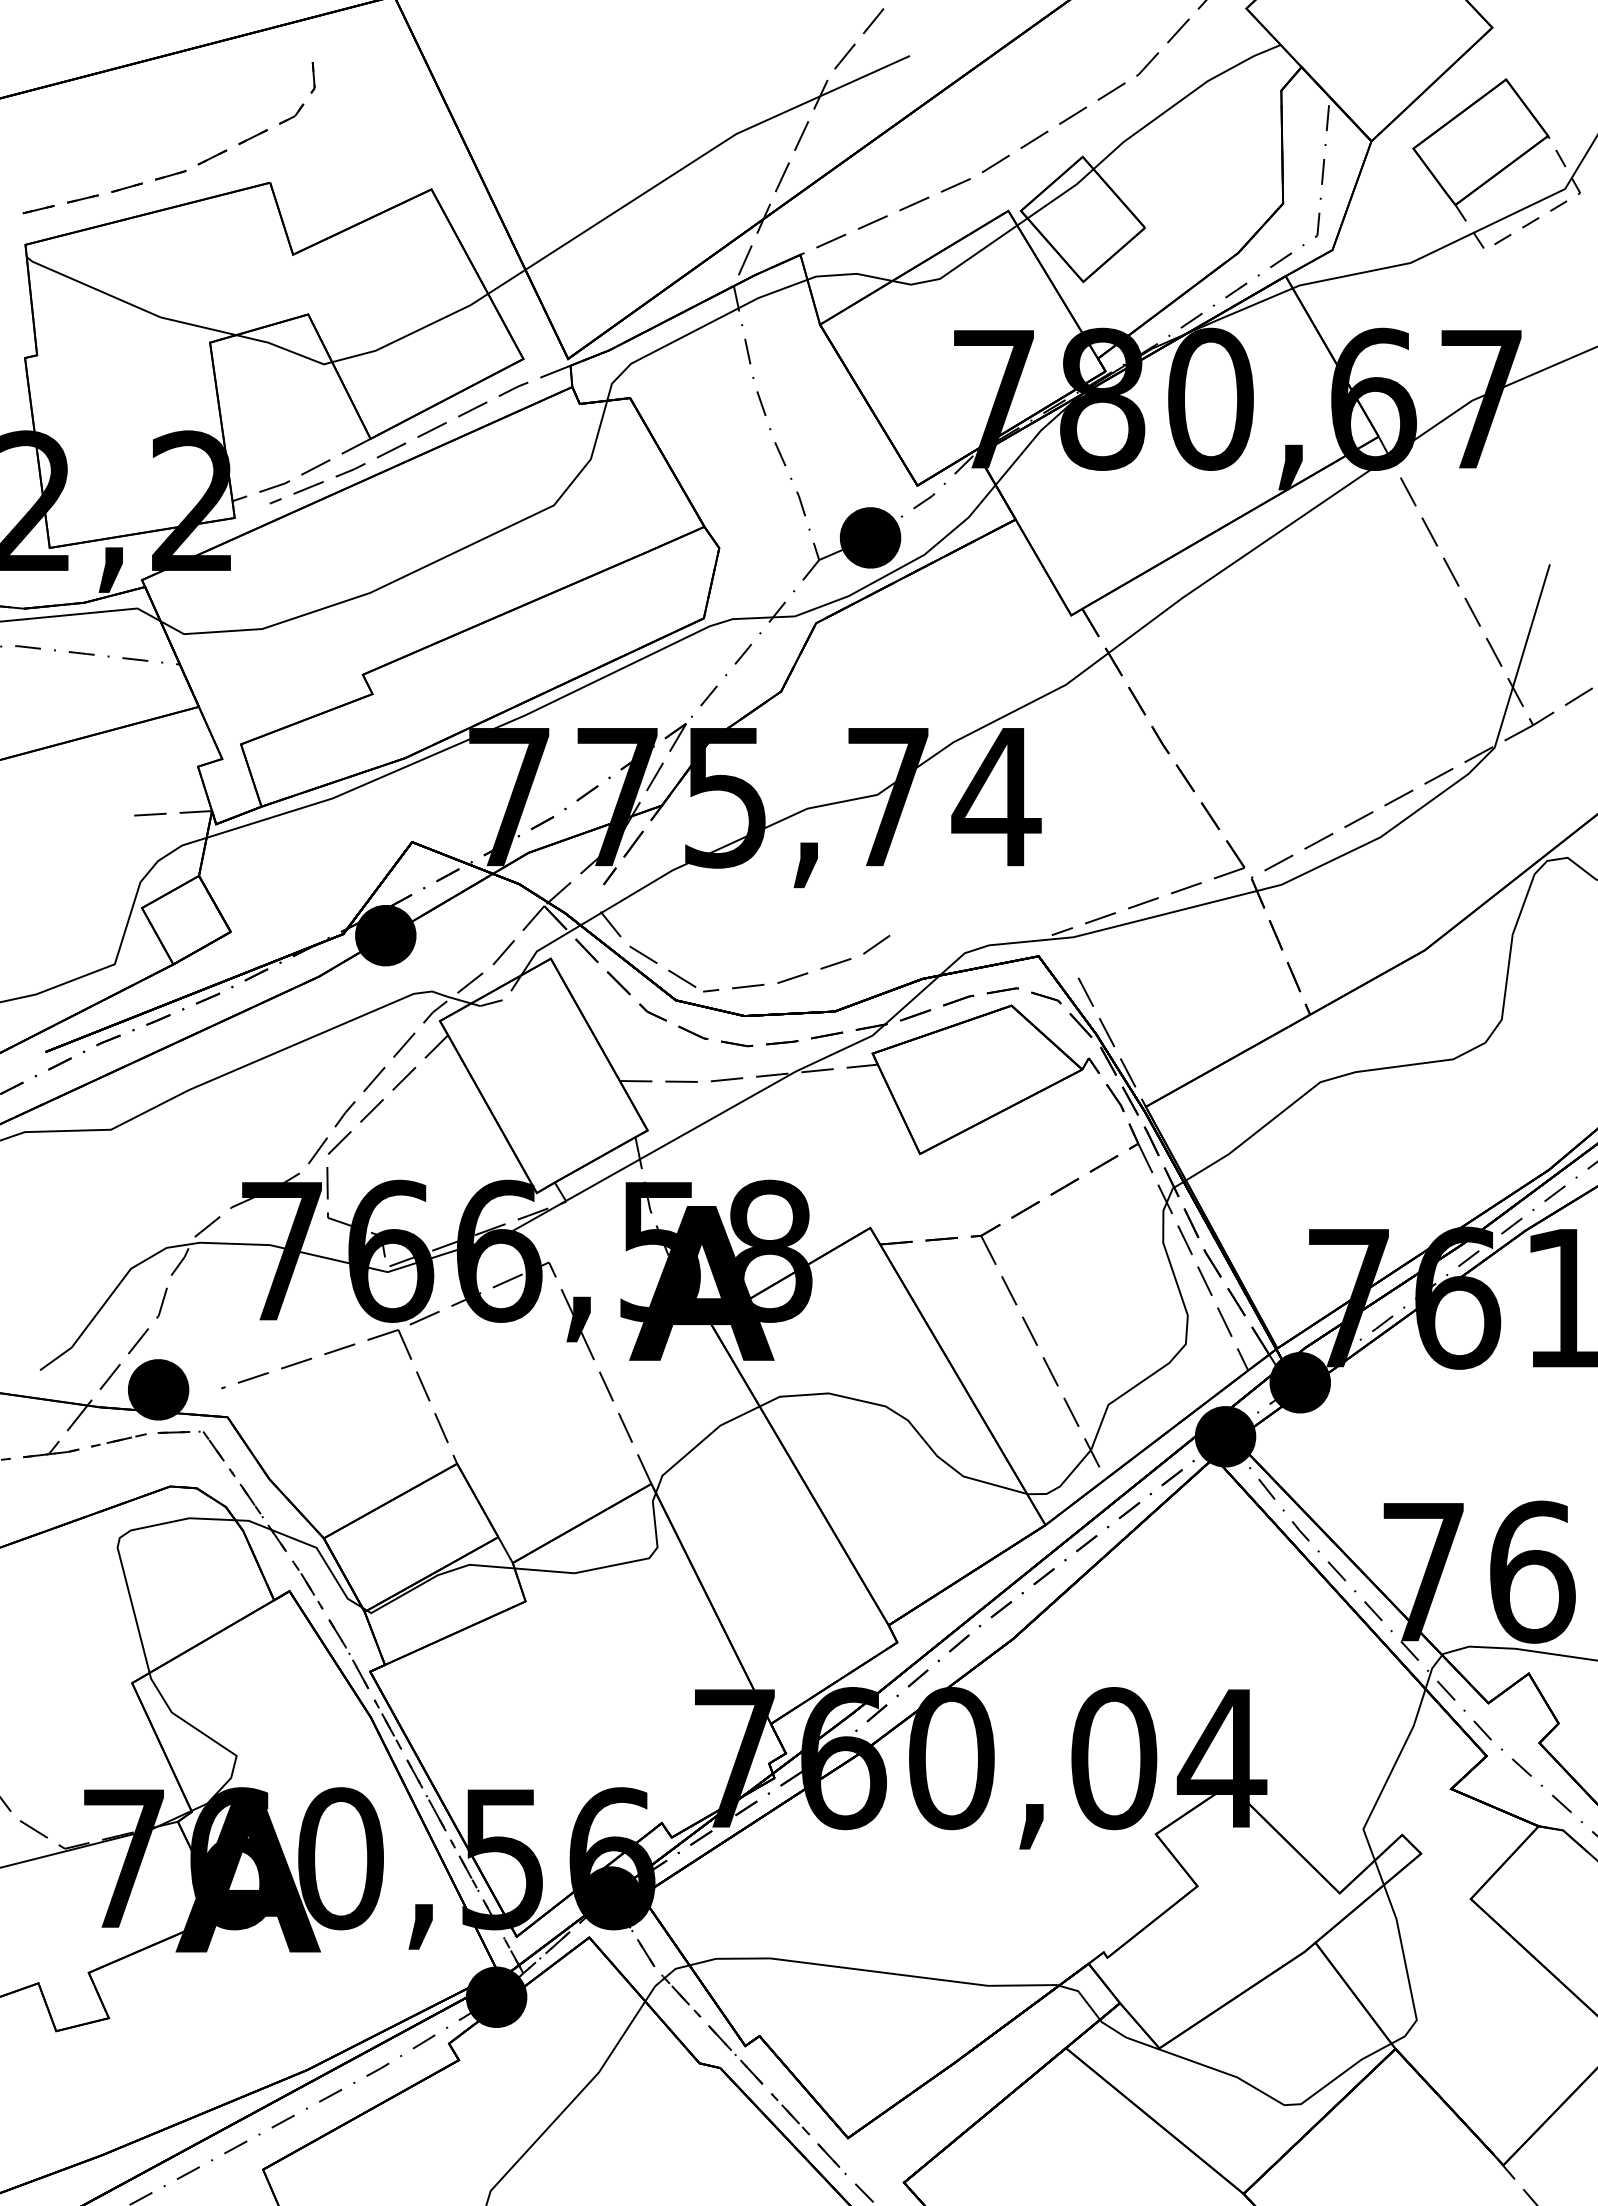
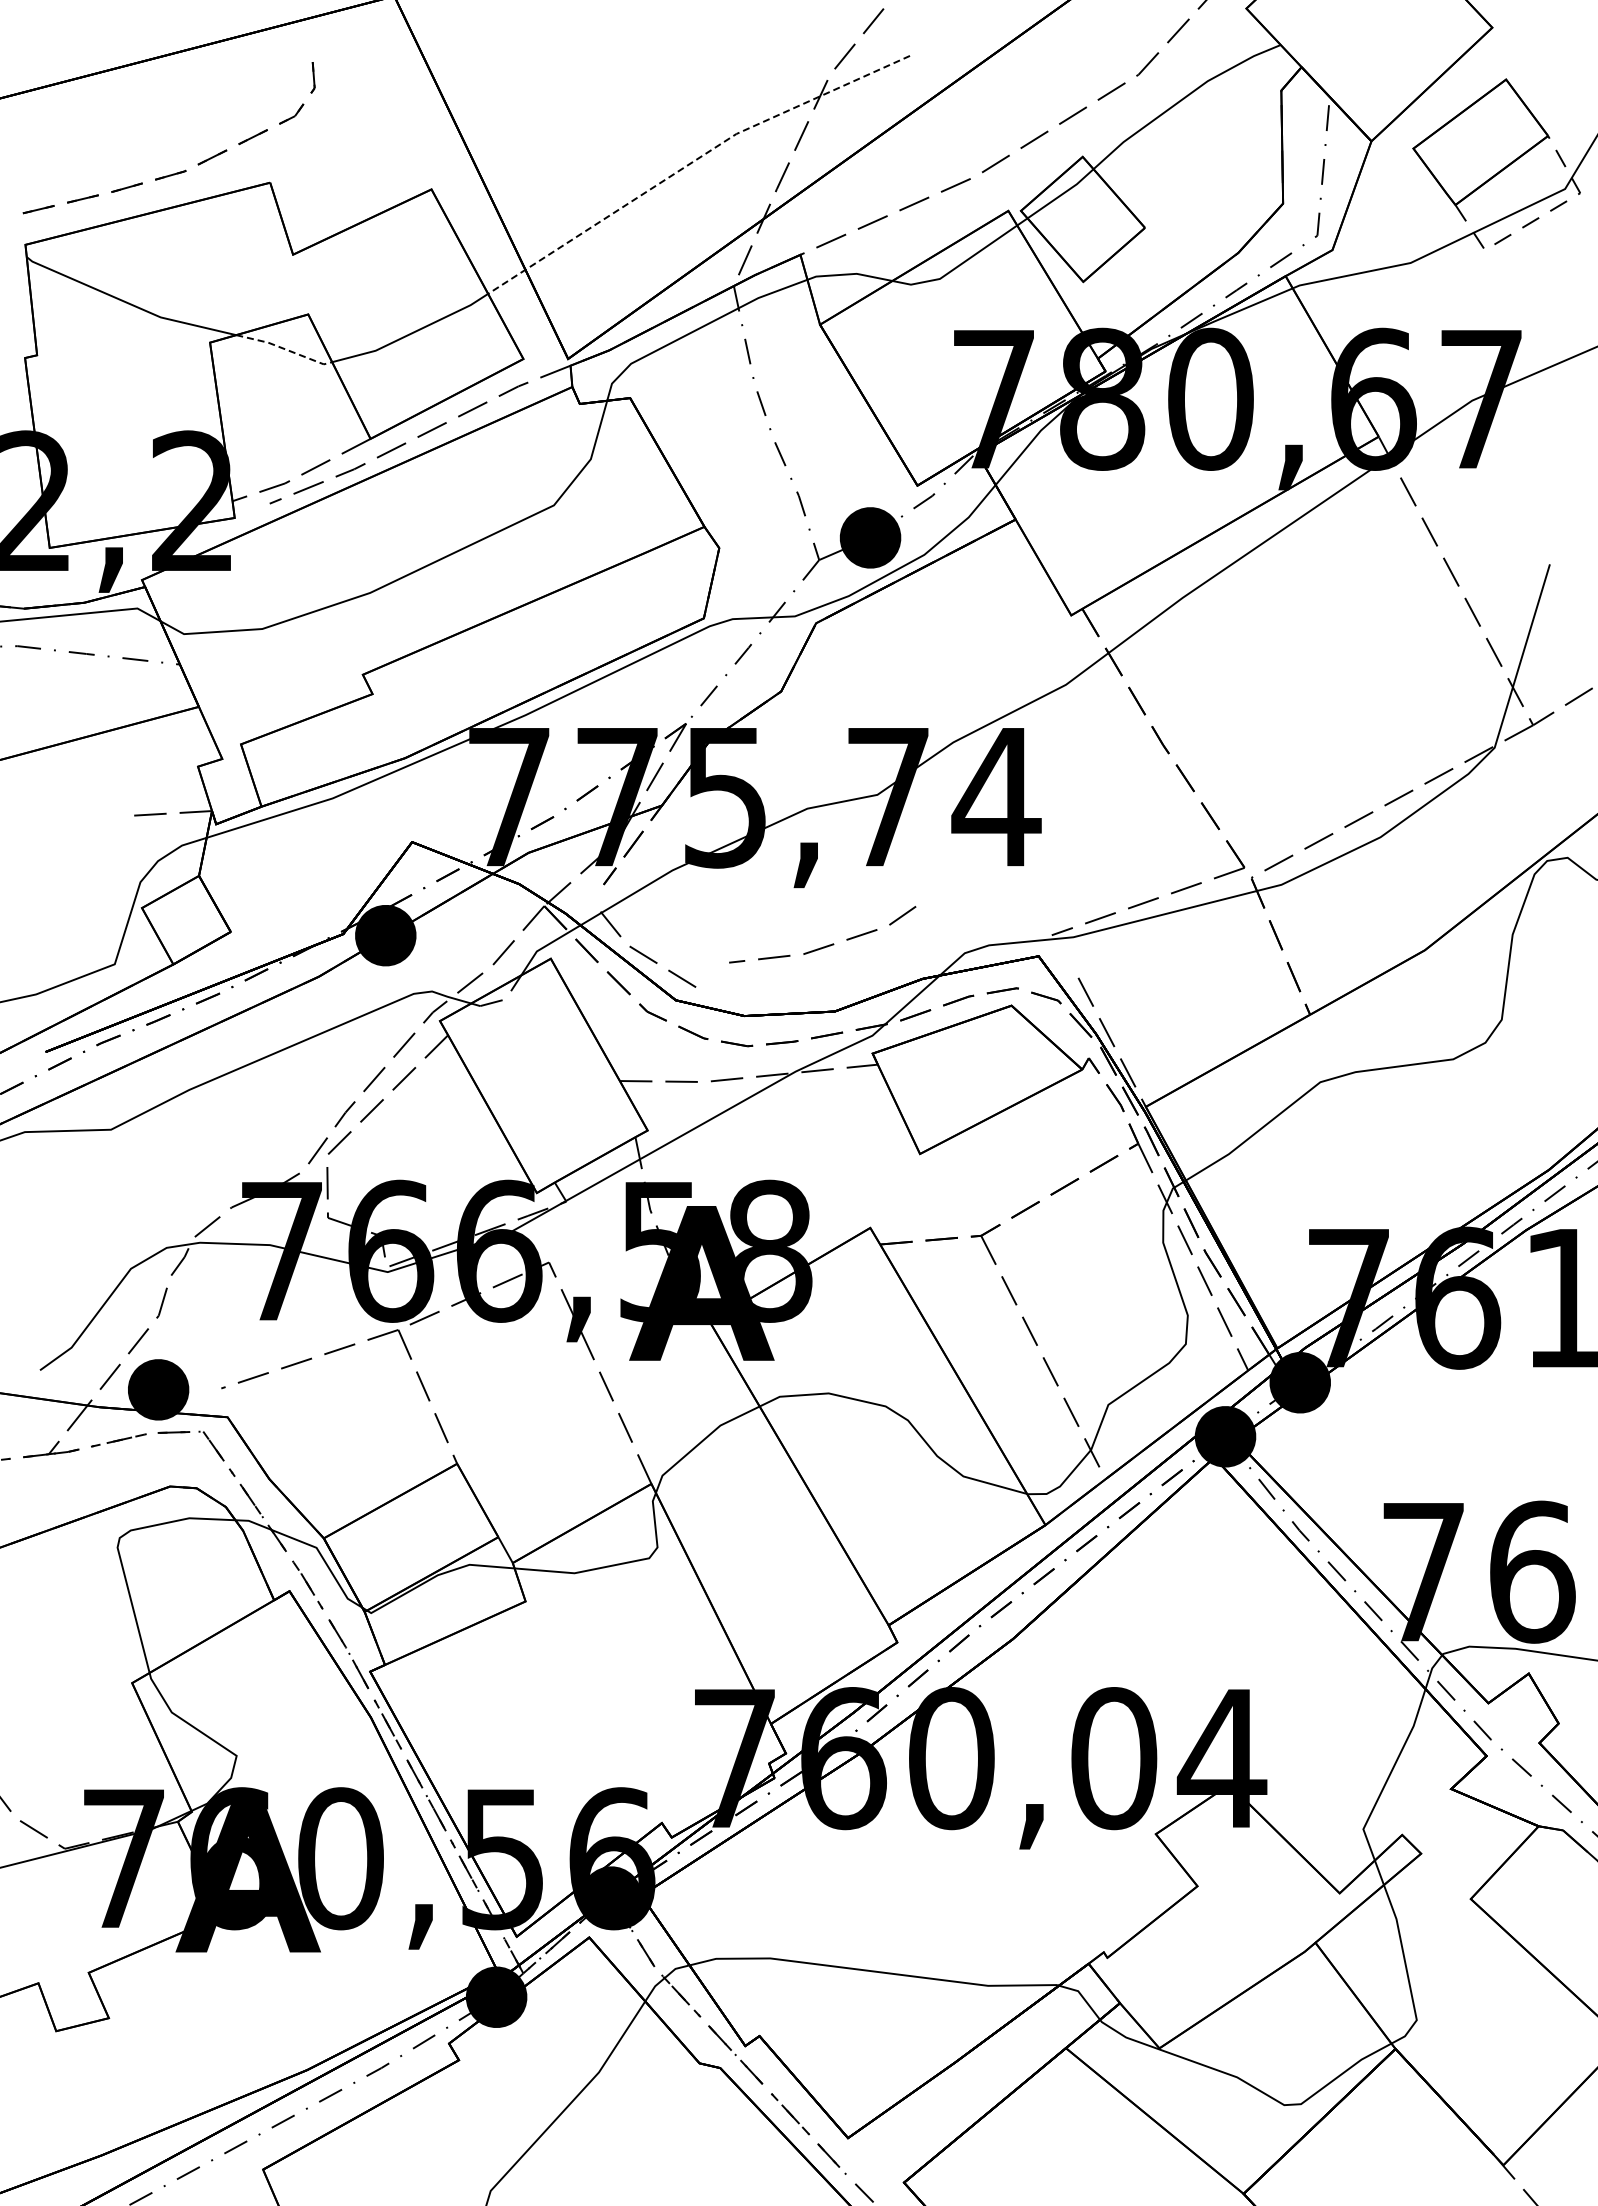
line at (692, 162): solid -> dashed
line at (284, 349): solid -> dashed
line at (800, 974) position: (800, 974) -> (826, 945)
